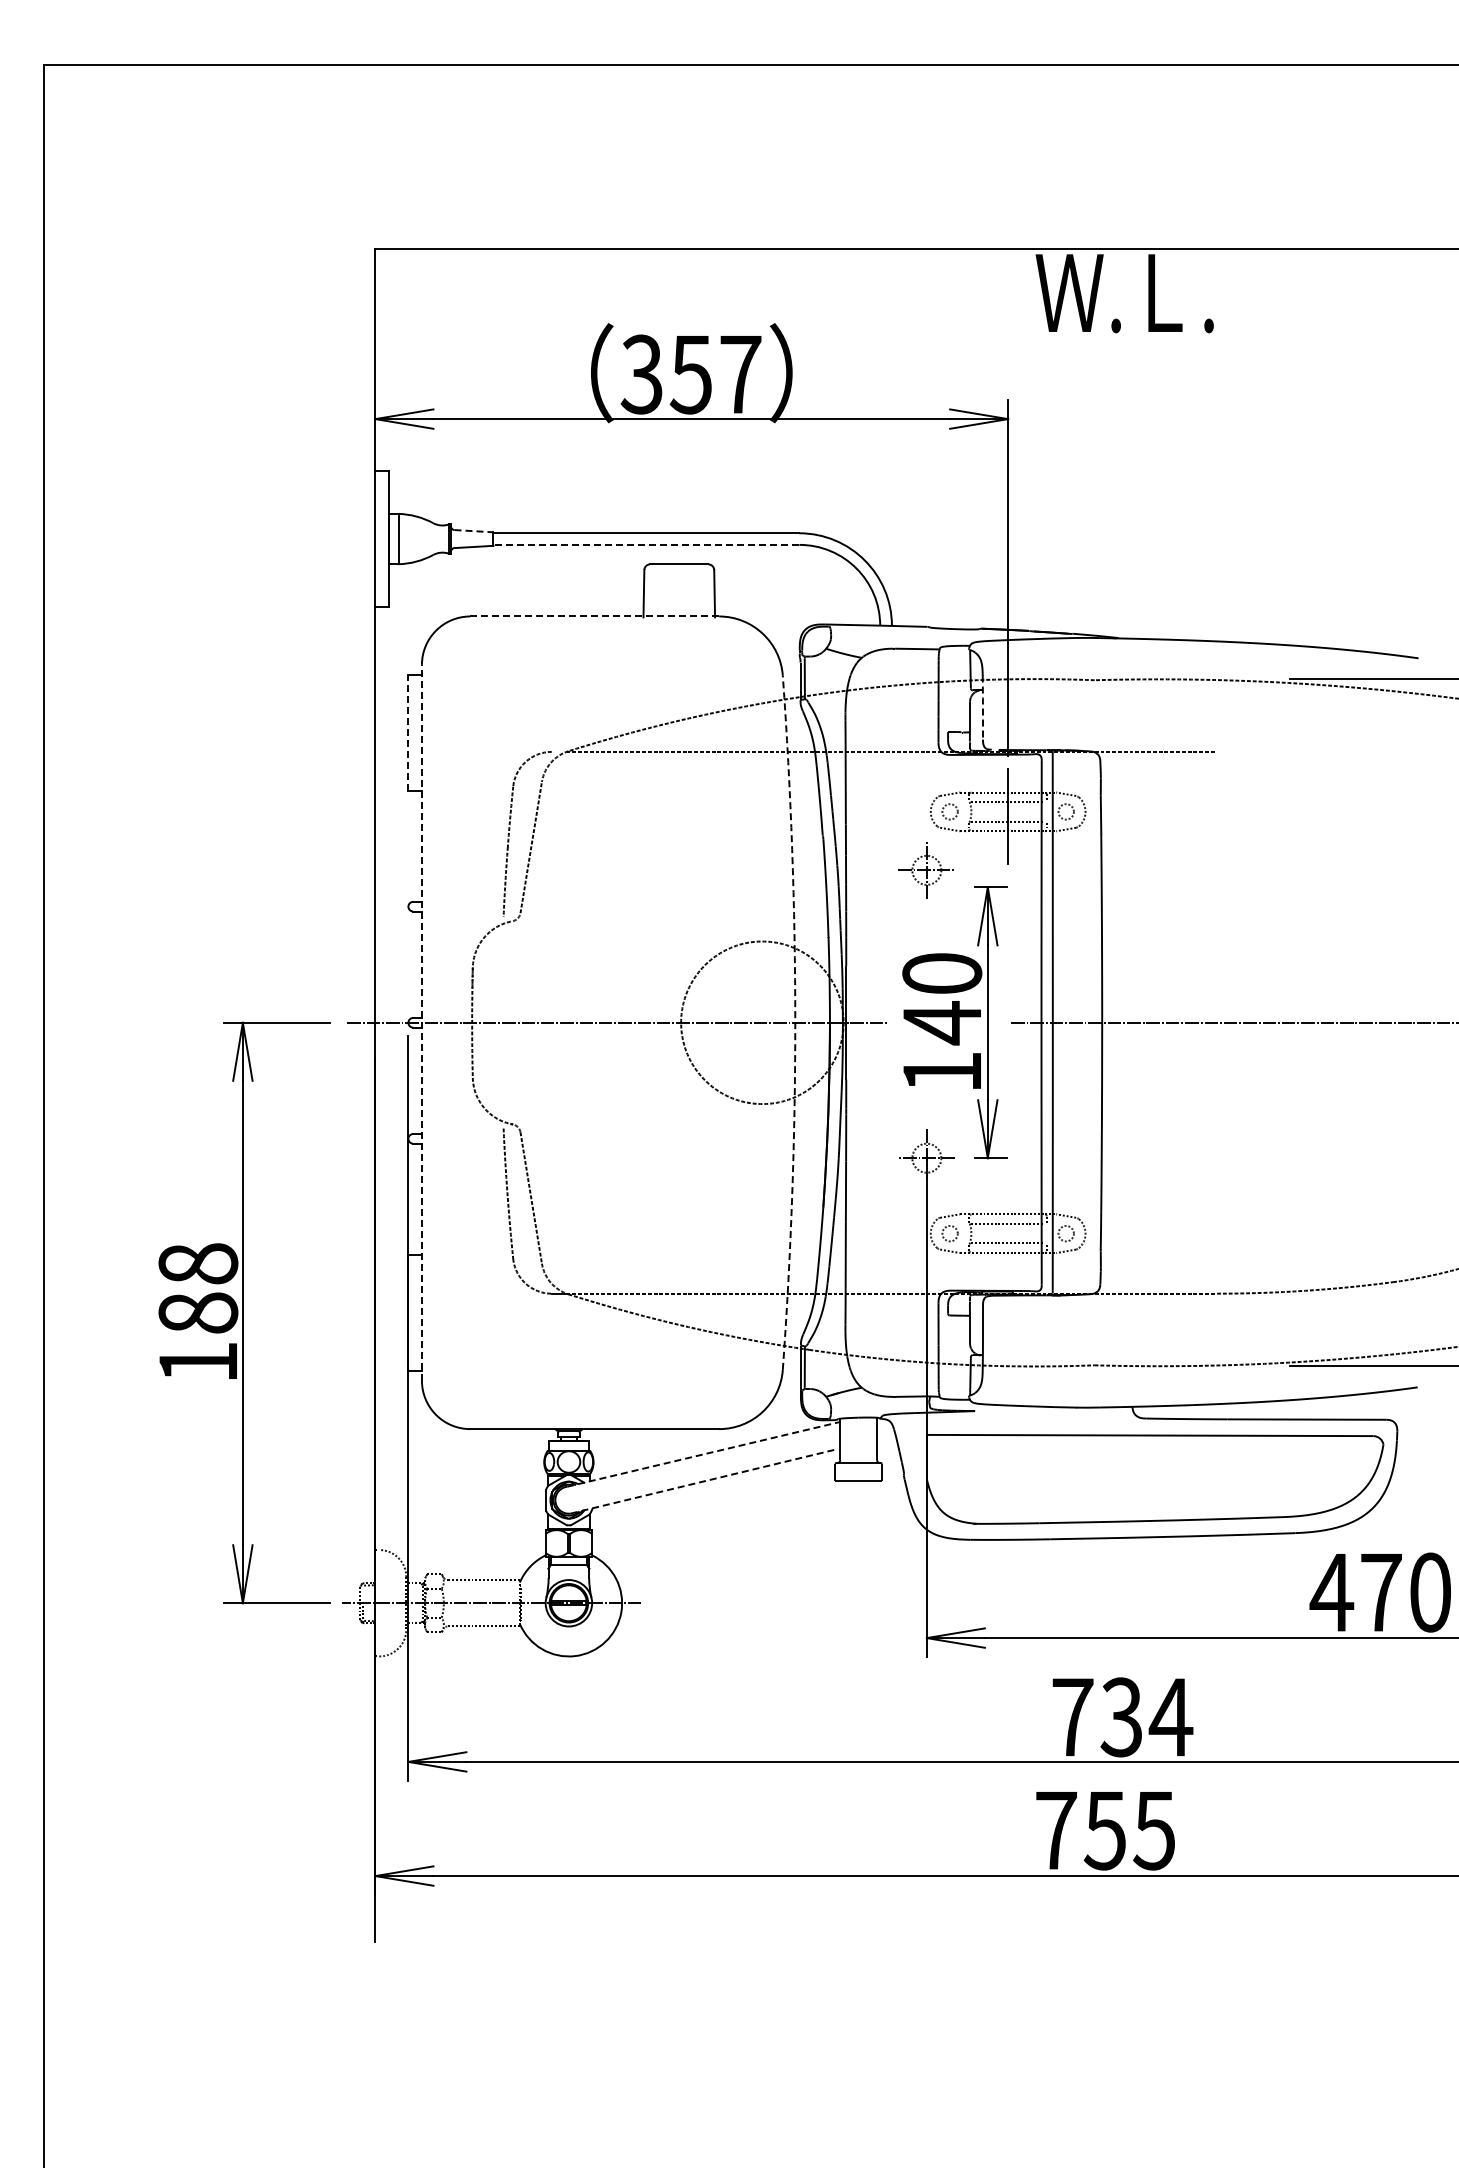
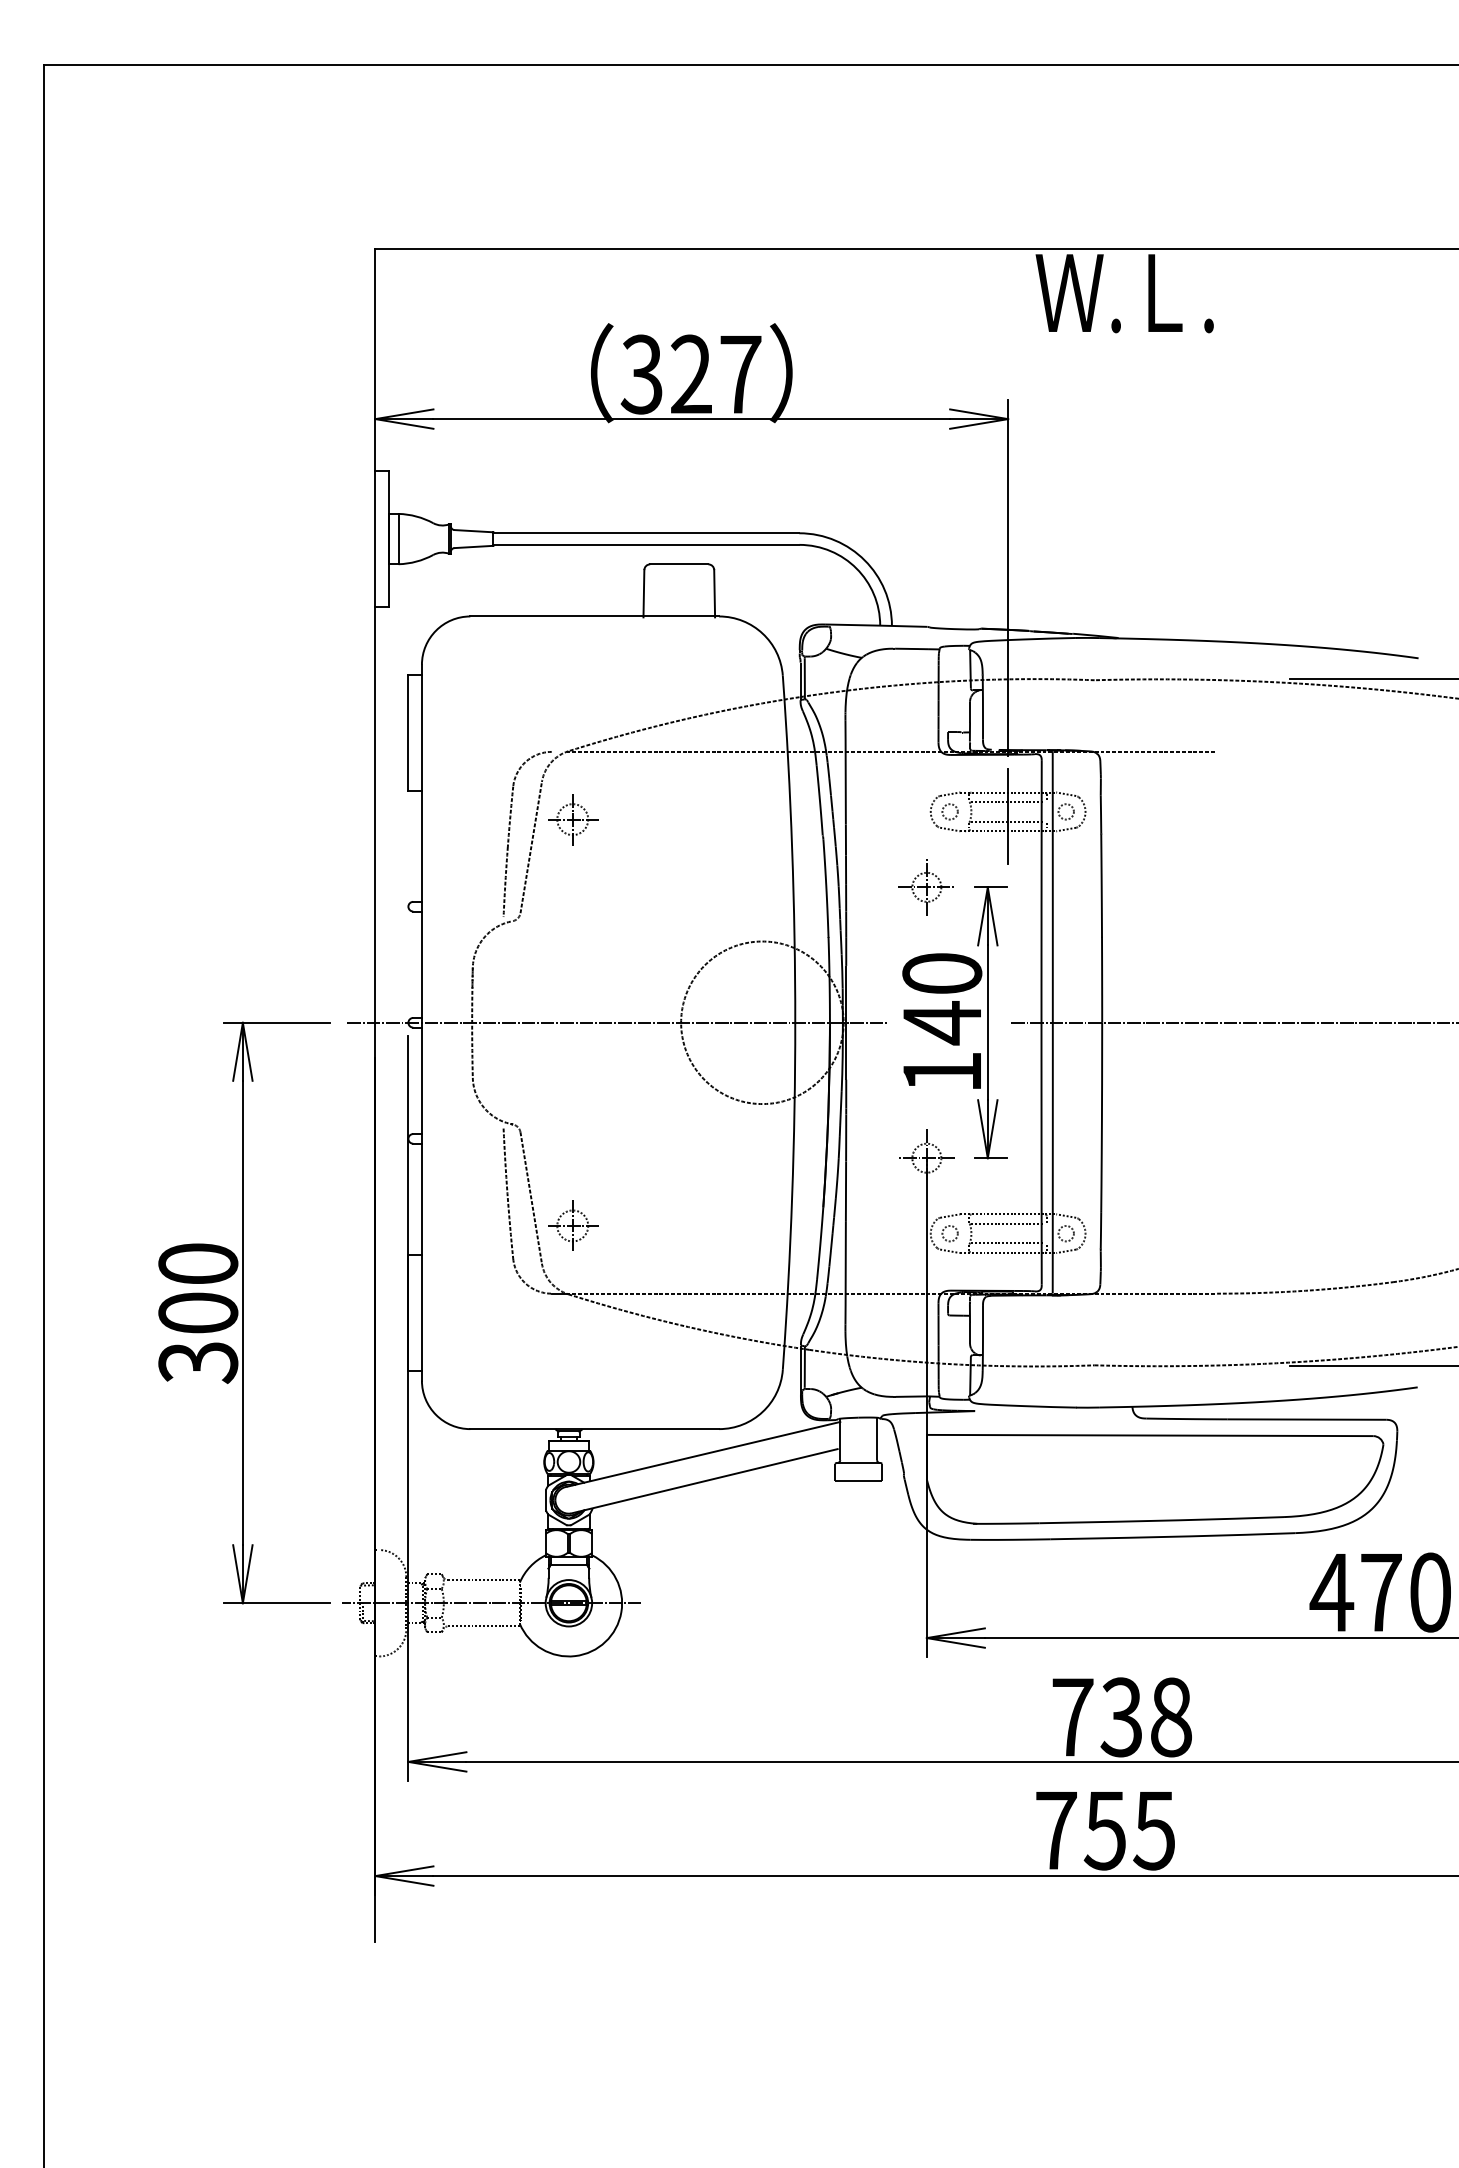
text at (690, 374): 357 -> 327
line at (474, 531): dashed -> solid
line at (646, 544): dashed -> solid
line at (594, 616): dashed -> solid
line at (982, 708): dashed -> solid
line at (408, 732): dashed -> solid
part at (573, 819): none -> present
part at (925, 870) position: (925, 870) -> (925, 887)
line at (421, 1022): dashed -> solid
arc at (795, 1022): dashed -> solid
part at (573, 1225): none -> present
text at (198, 1313): 188 -> 300
line at (704, 1454): dashed -> solid
line at (704, 1481): dashed -> solid
text at (1170, 1717): 734 -> 738
